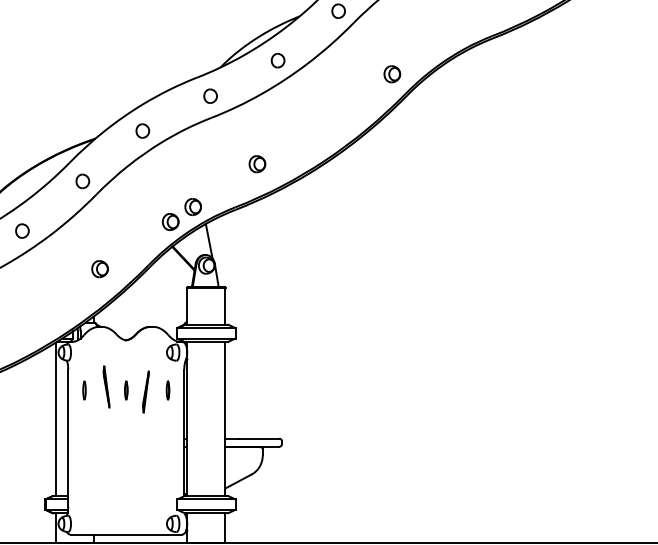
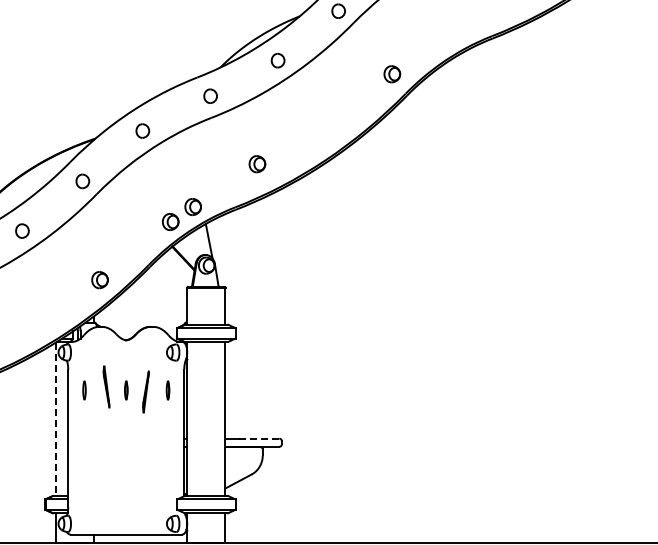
part at (99, 269) position: (99, 269) -> (99, 280)
line at (55, 419): solid -> dashed
line at (258, 438): solid -> dashed
